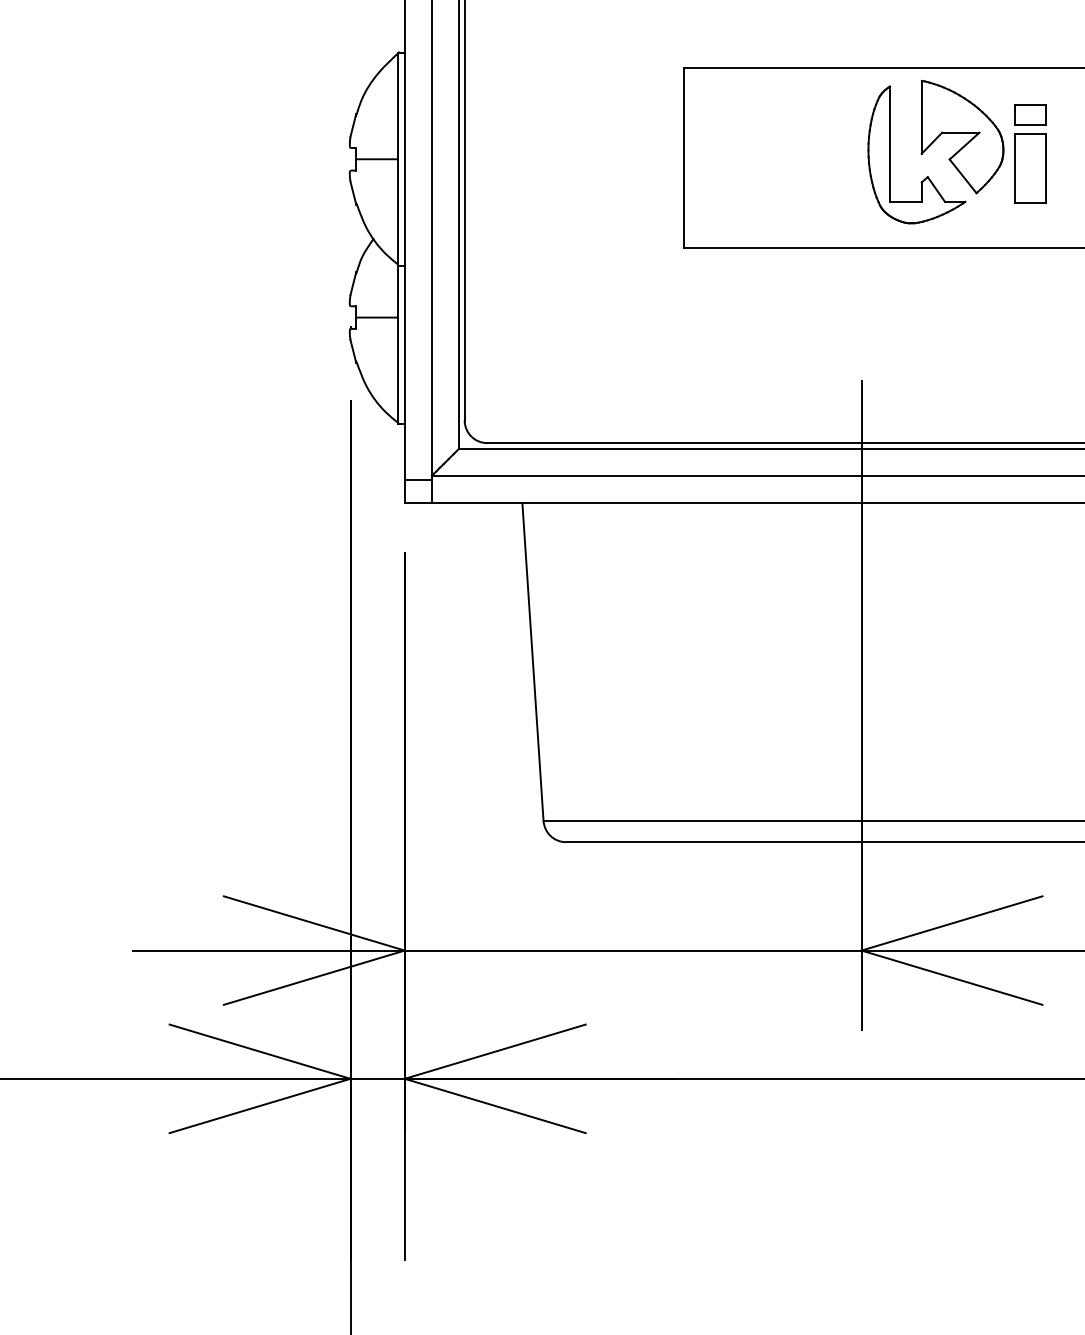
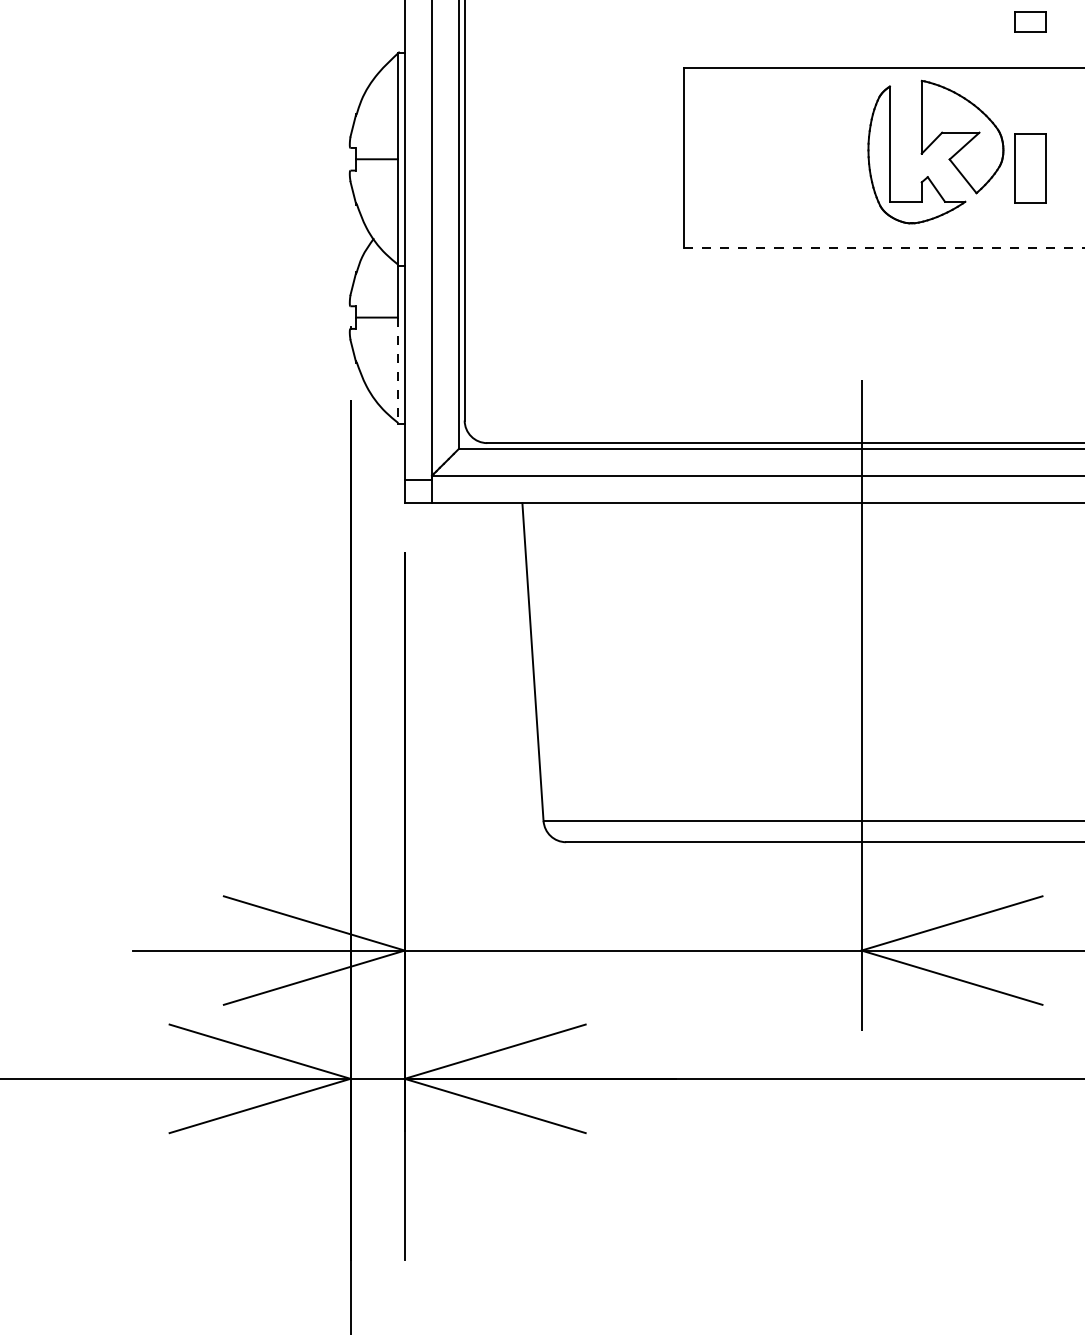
part at (1030, 114) position: (1030, 114) -> (1030, 21)
line at (884, 248): solid -> dashed
line at (398, 371): solid -> dashed
